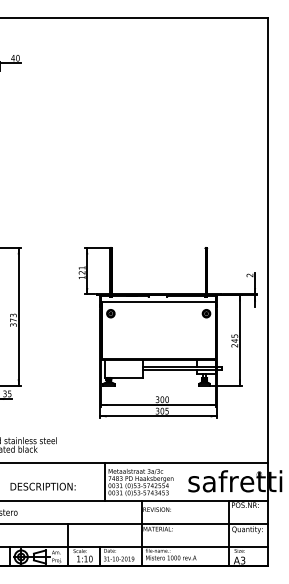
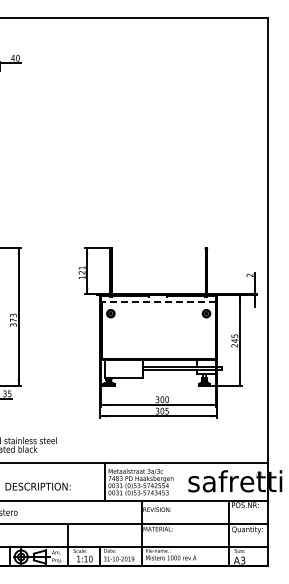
line at (158, 301): solid -> dashed
text at (42, 486) position: (42, 486) -> (37, 486)
